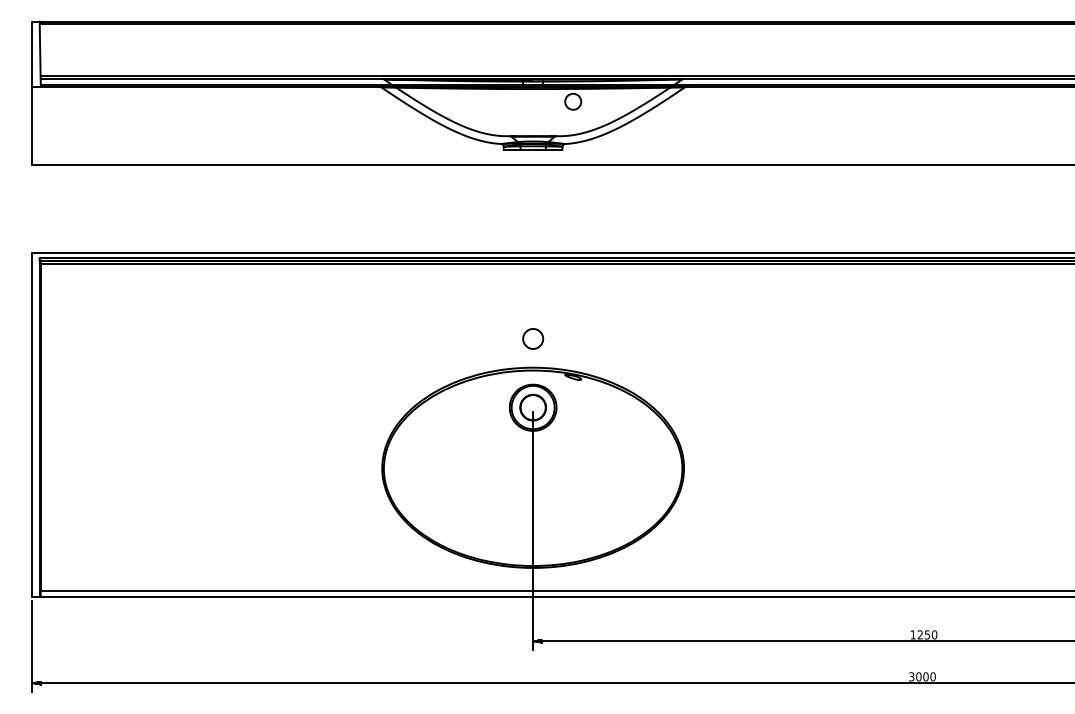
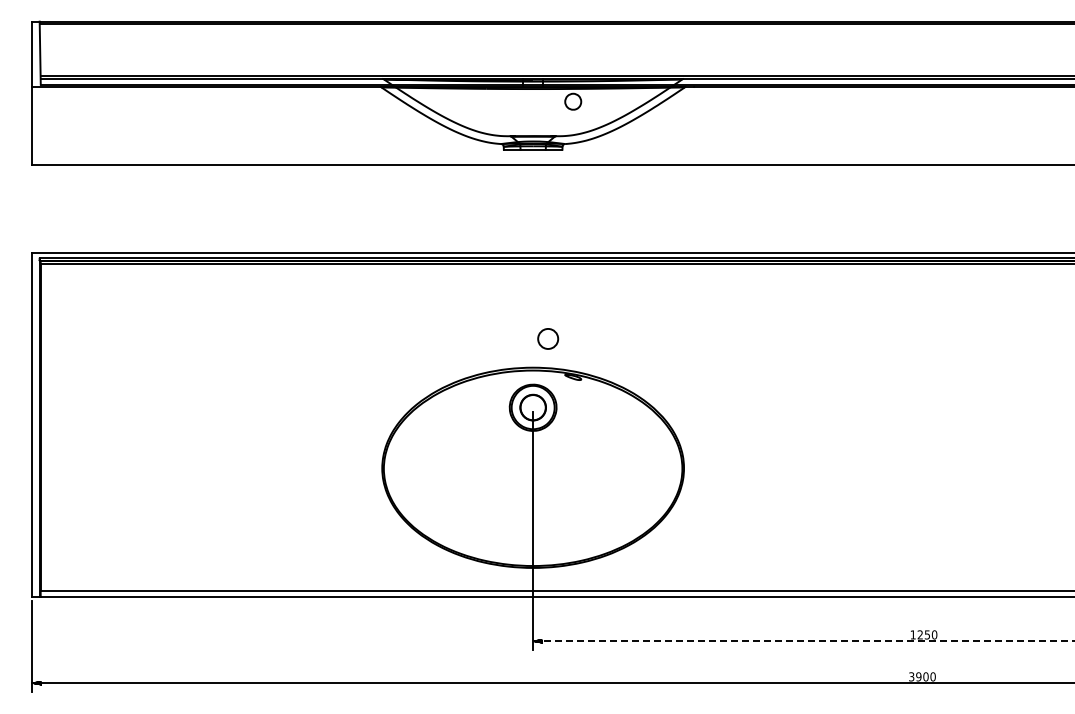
circle at (533, 338) position: (533, 338) -> (548, 338)
line at (804, 641): solid -> dashed
text at (918, 676): 3000 -> 3900
